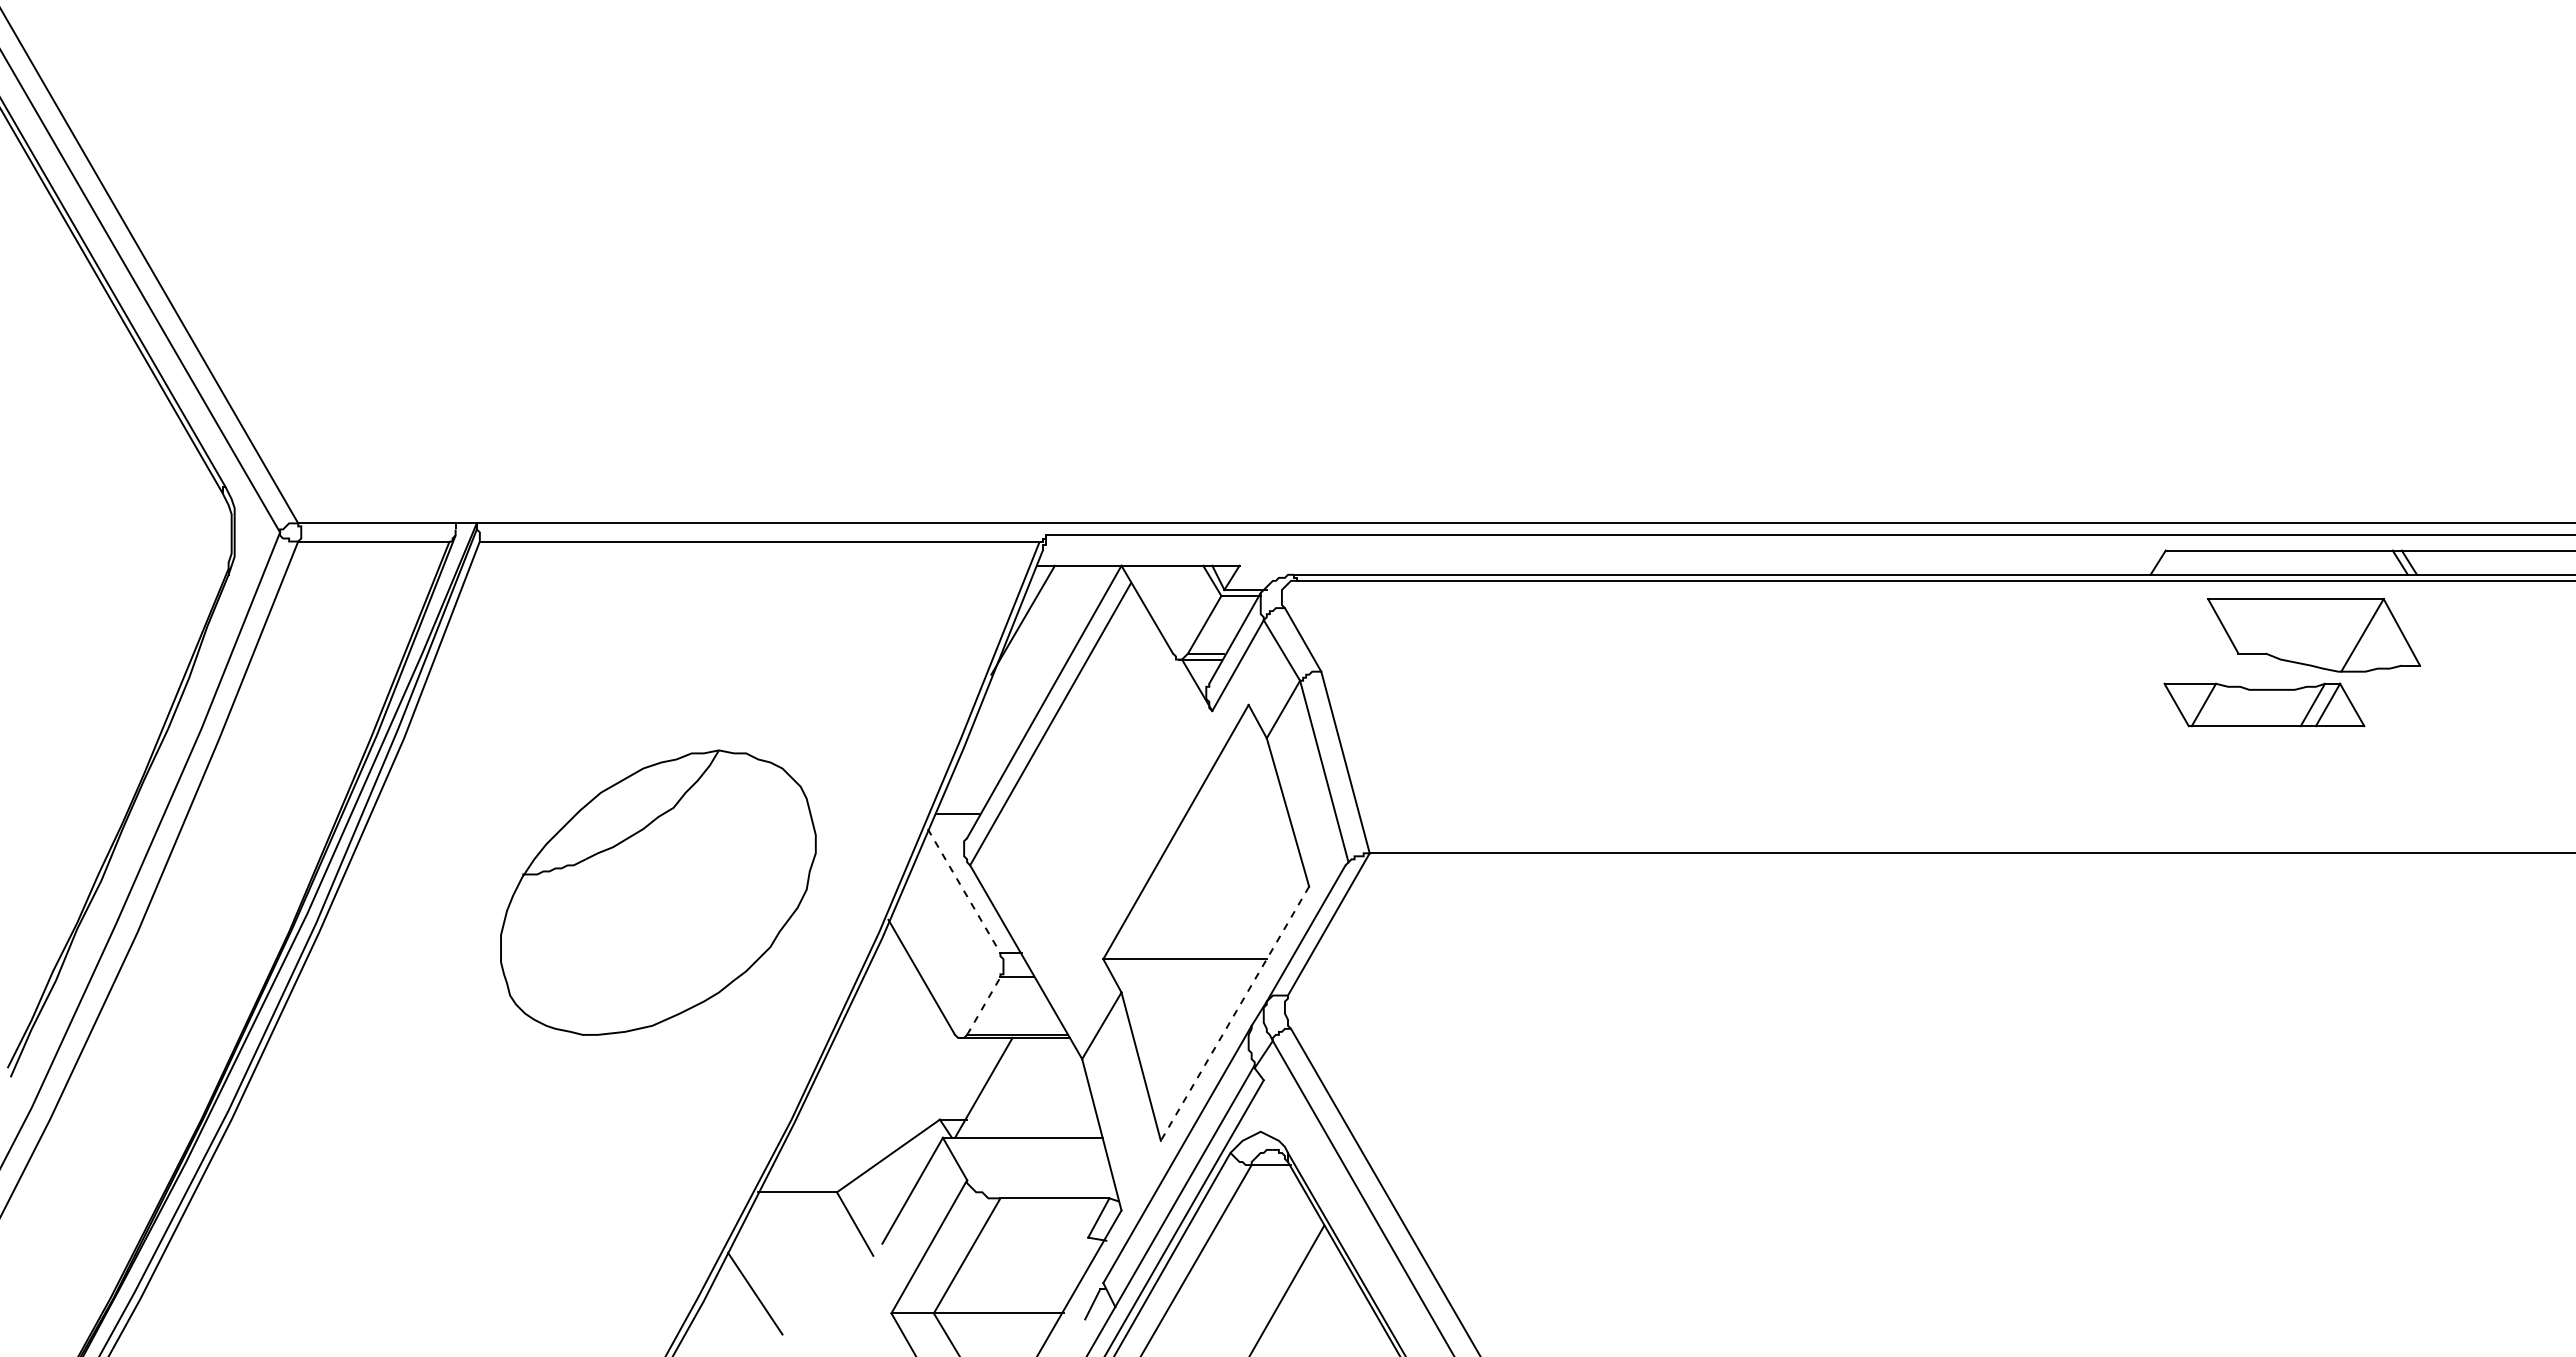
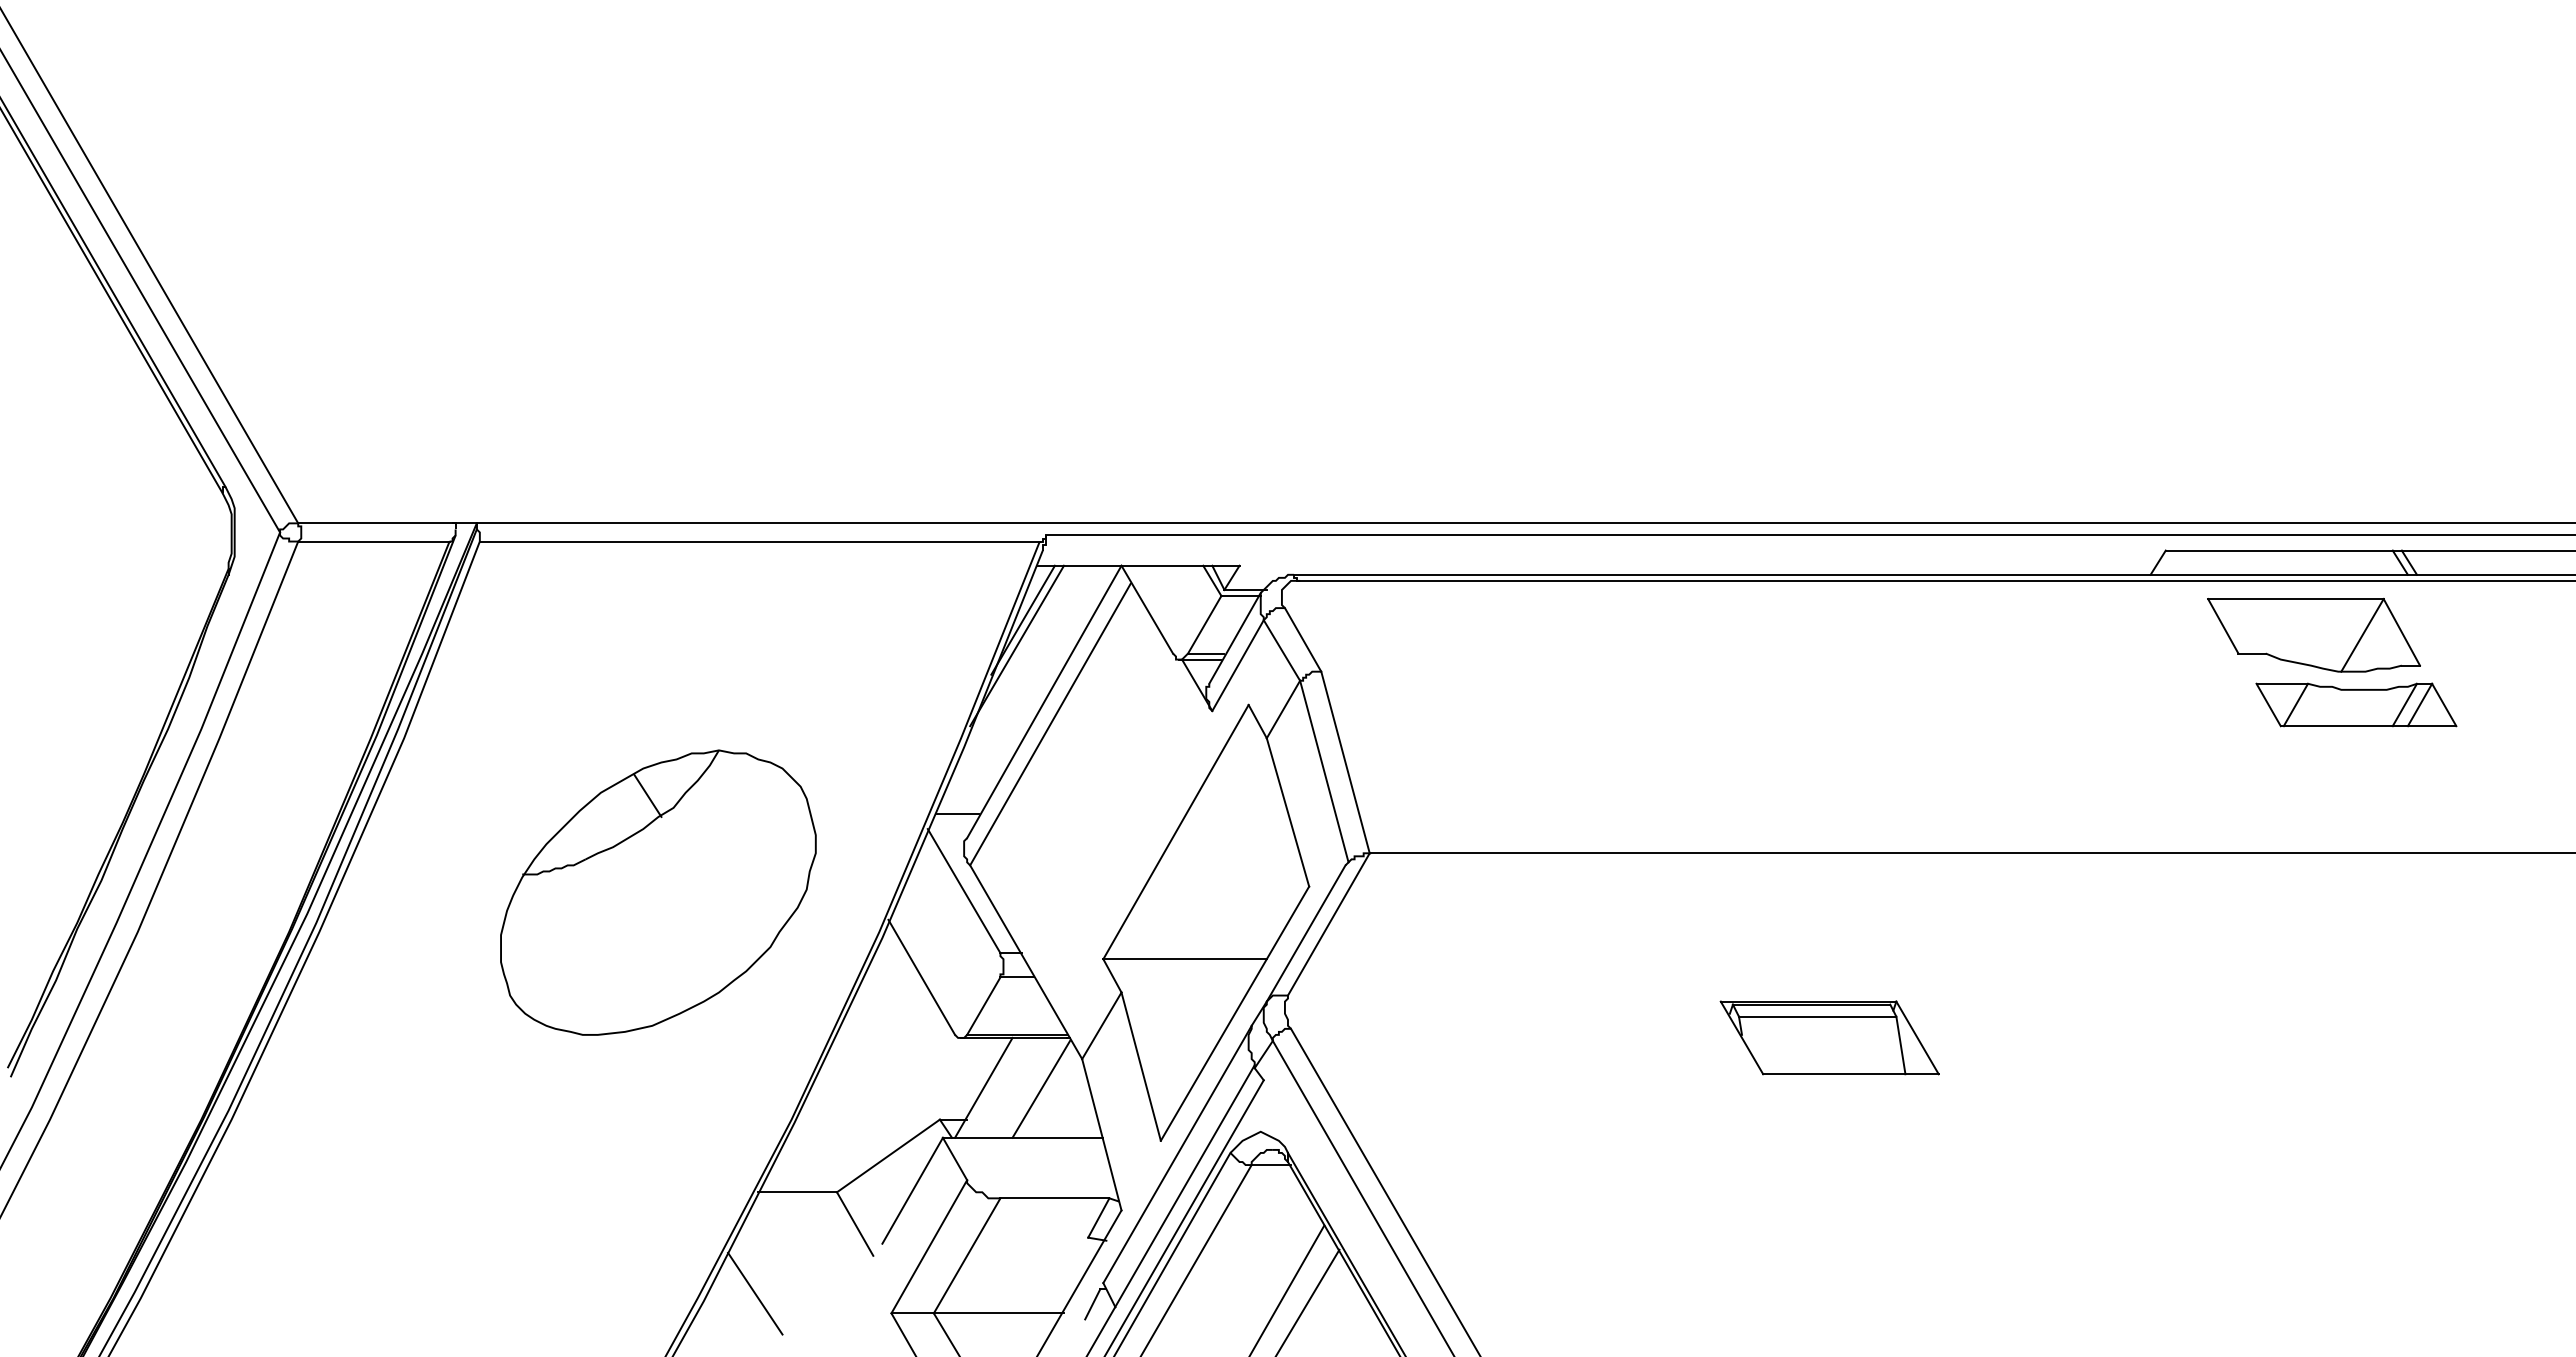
line at (1017, 645): none -> present
part at (2264, 704) position: (2264, 704) -> (2356, 704)
line at (647, 795): none -> present
line at (964, 891): dashed -> solid
line at (984, 1005): dashed -> solid
line at (1234, 1014): dashed -> solid
part at (1829, 1037): none -> present
line at (1041, 1088): none -> present
line at (1308, 1301): none -> present
